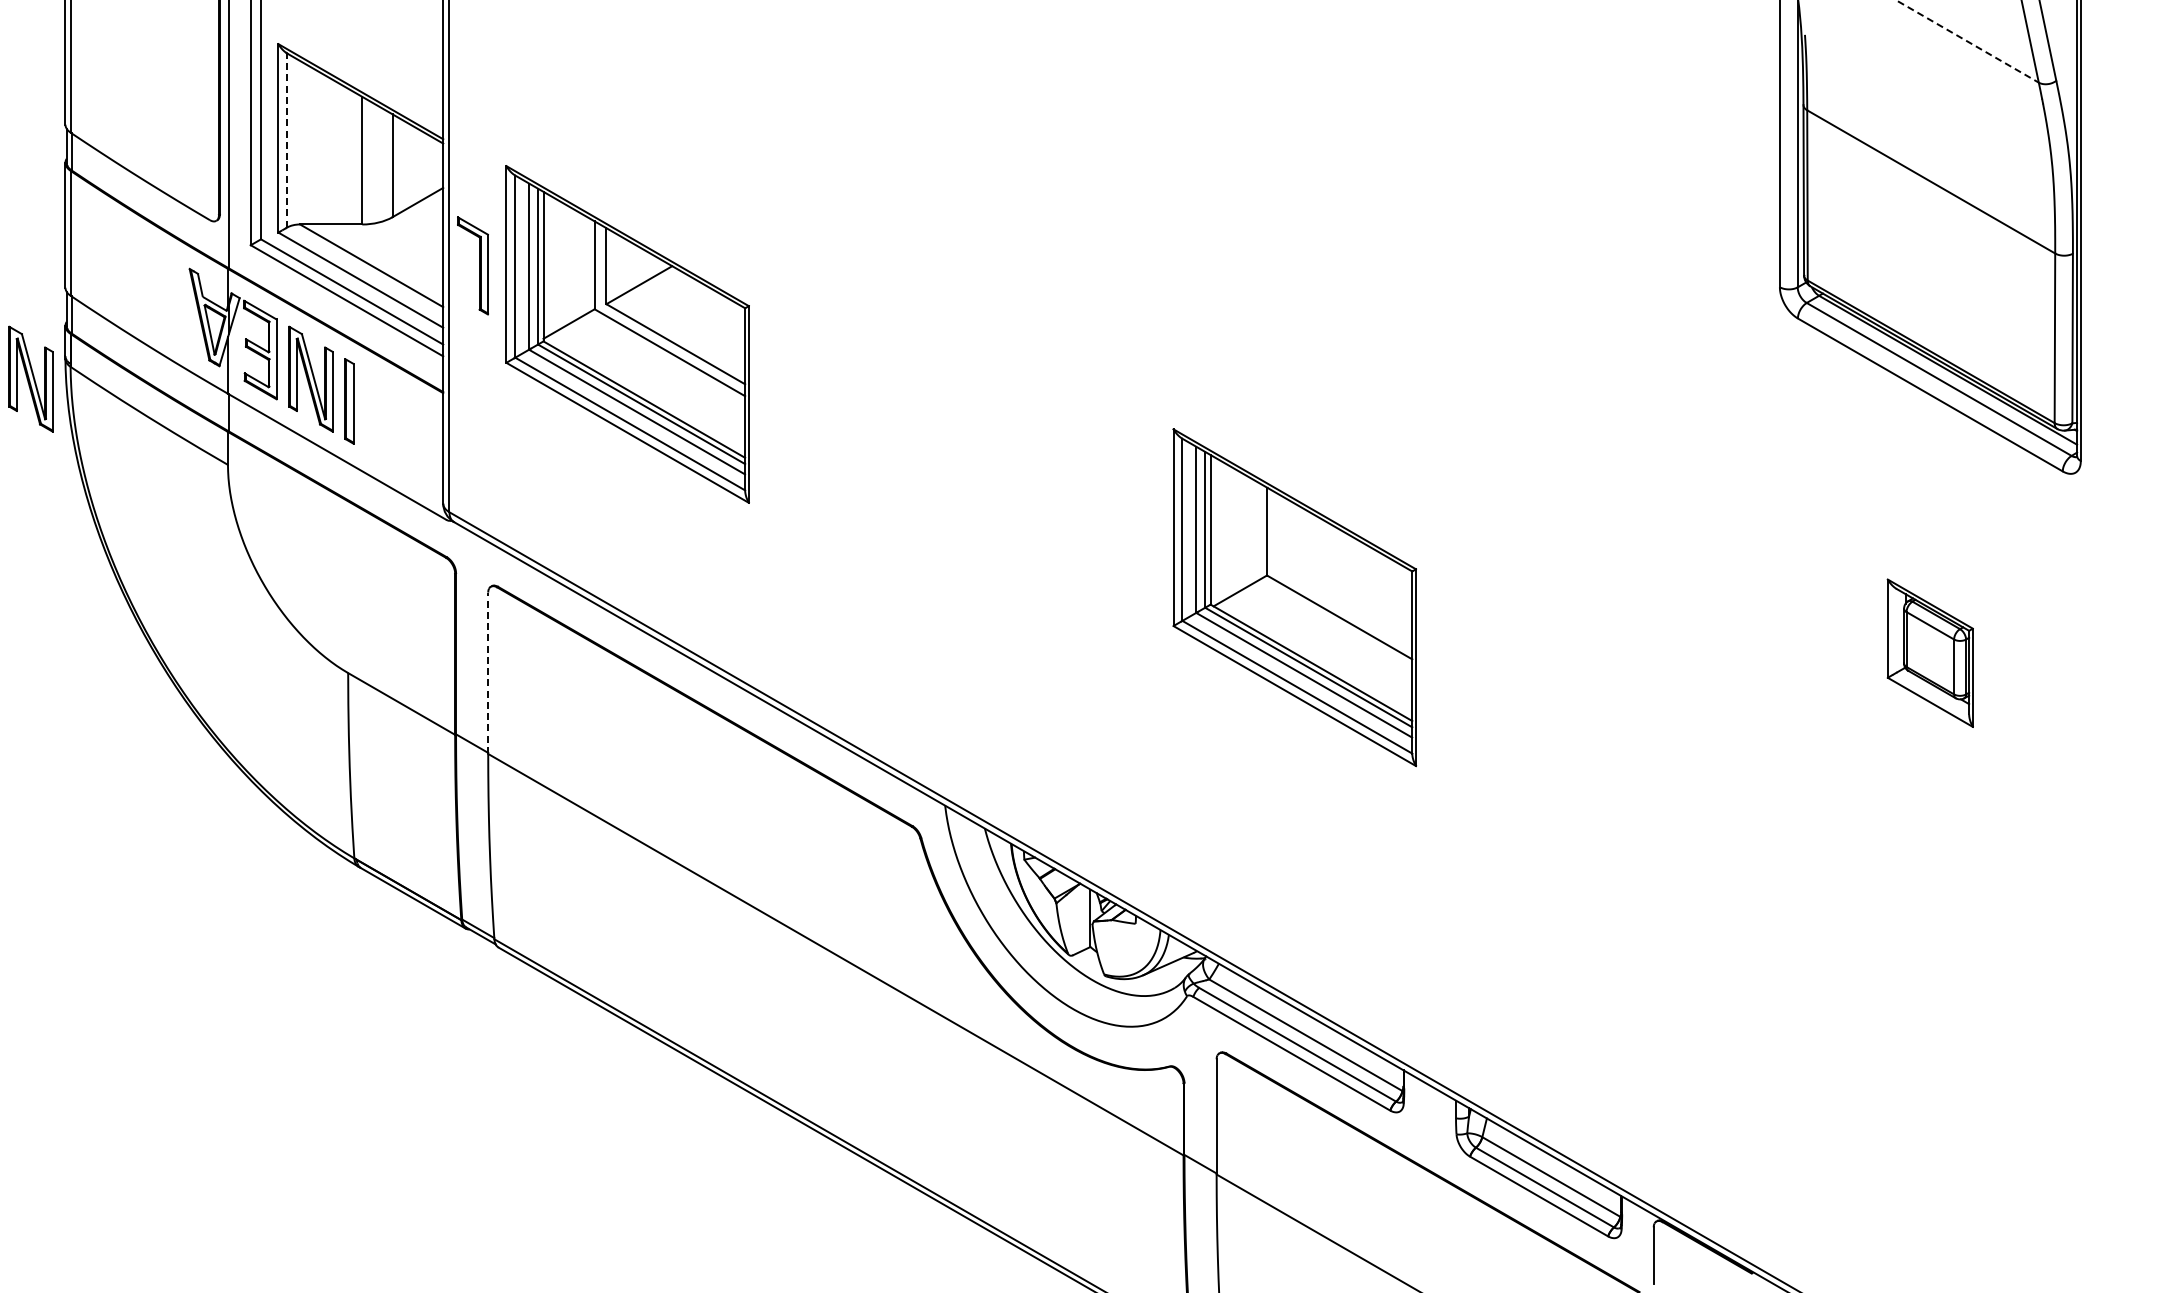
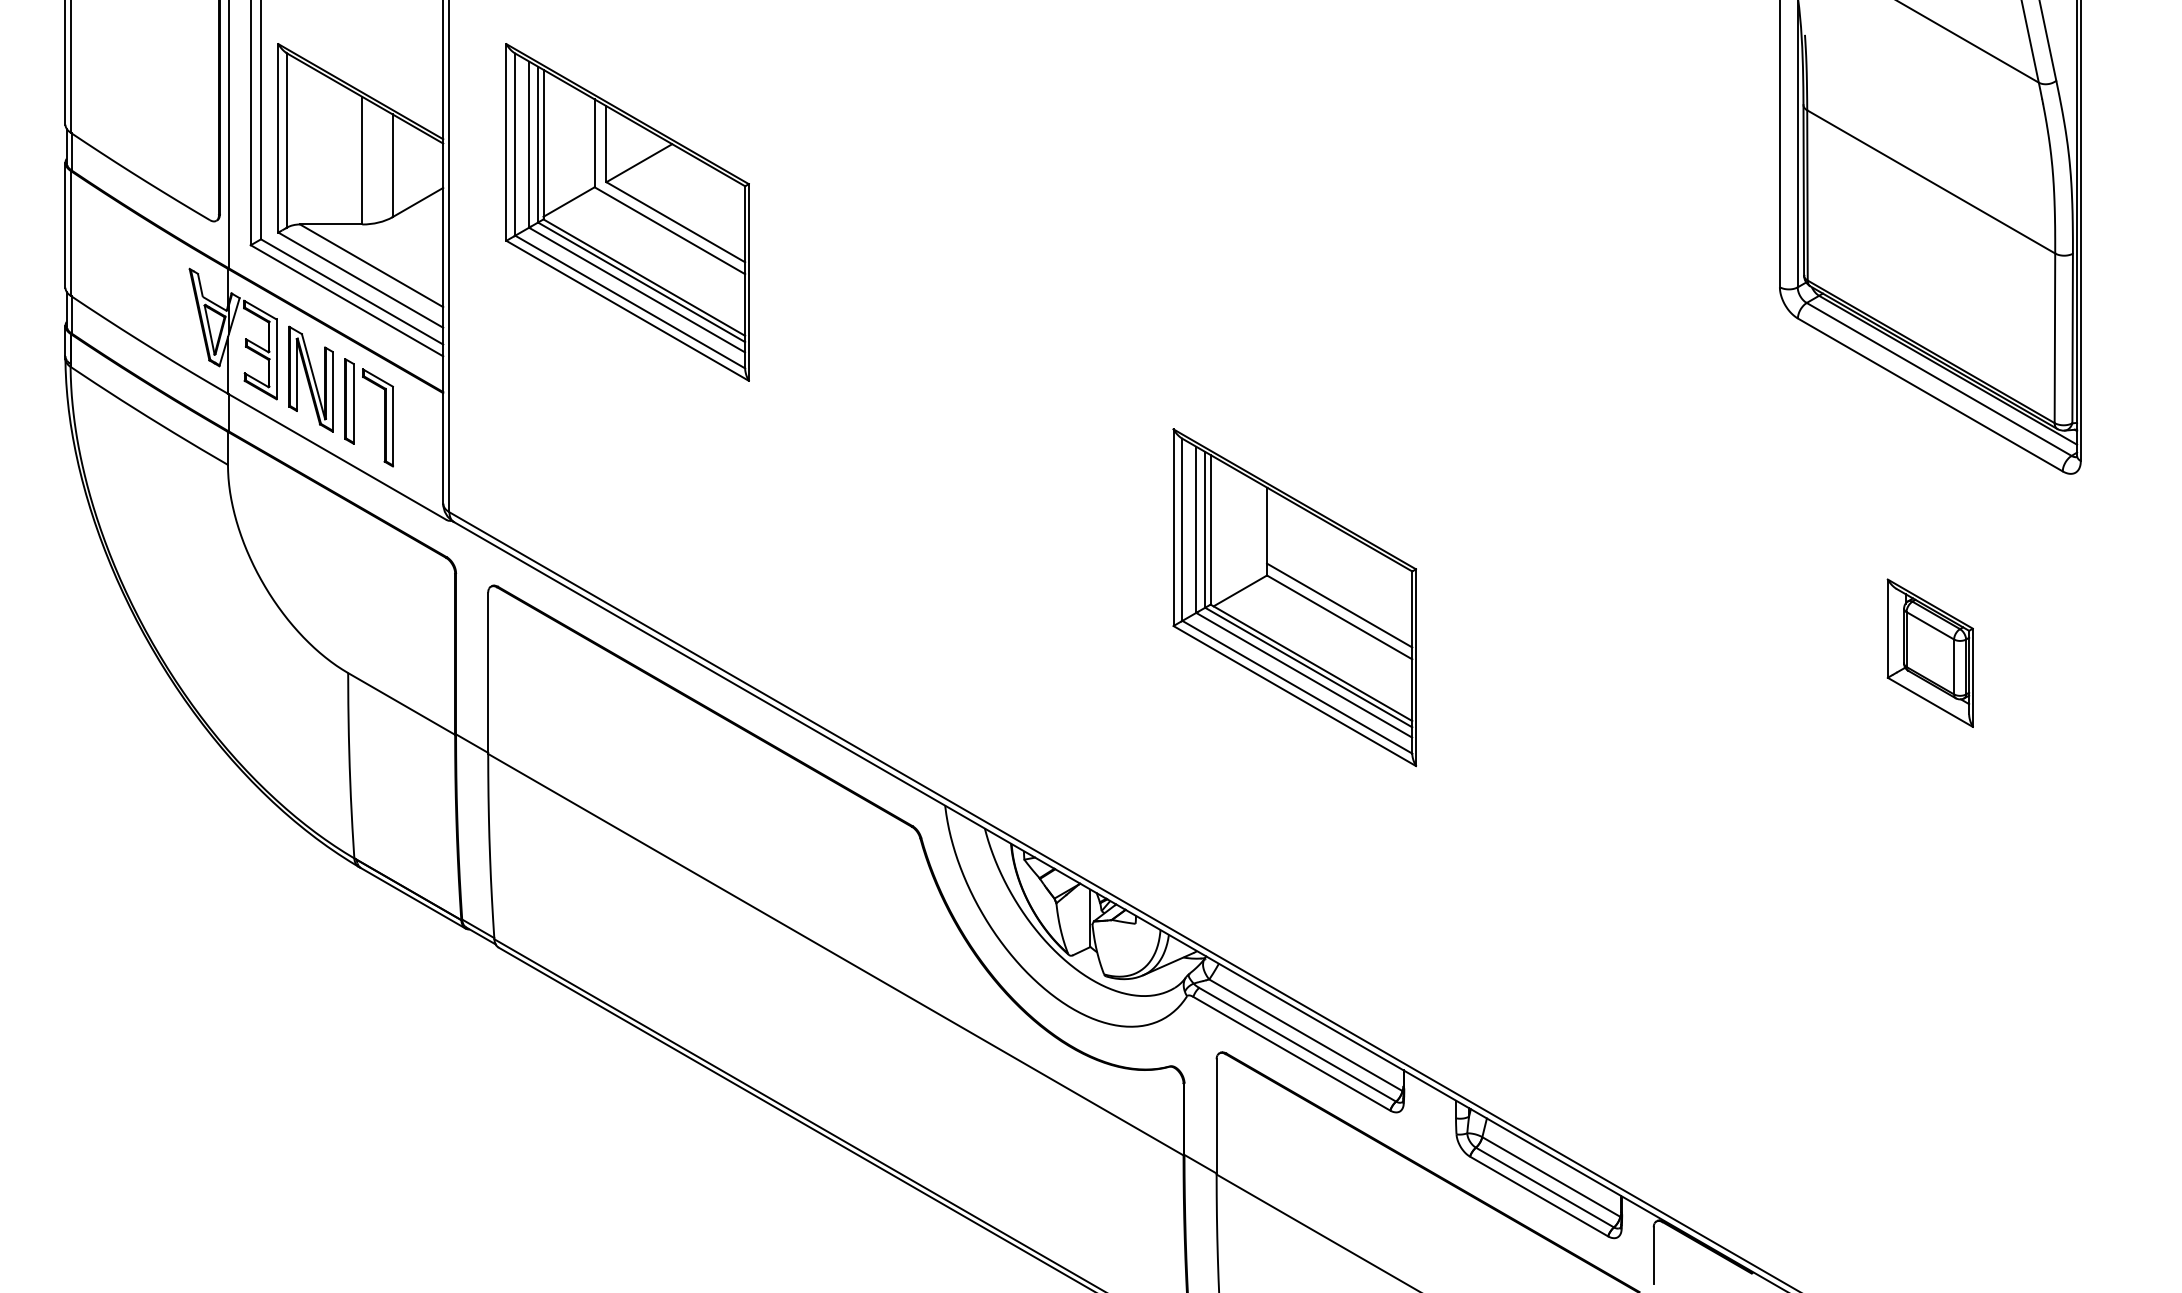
line at (1967, 41): dashed -> solid
line at (287, 140): dashed -> solid
part at (479, 265) position: (479, 265) -> (384, 417)
part at (627, 334) position: (627, 334) -> (627, 212)
part at (30, 378): present -> none
line at (1339, 605): none -> present
line at (488, 673): dashed -> solid
